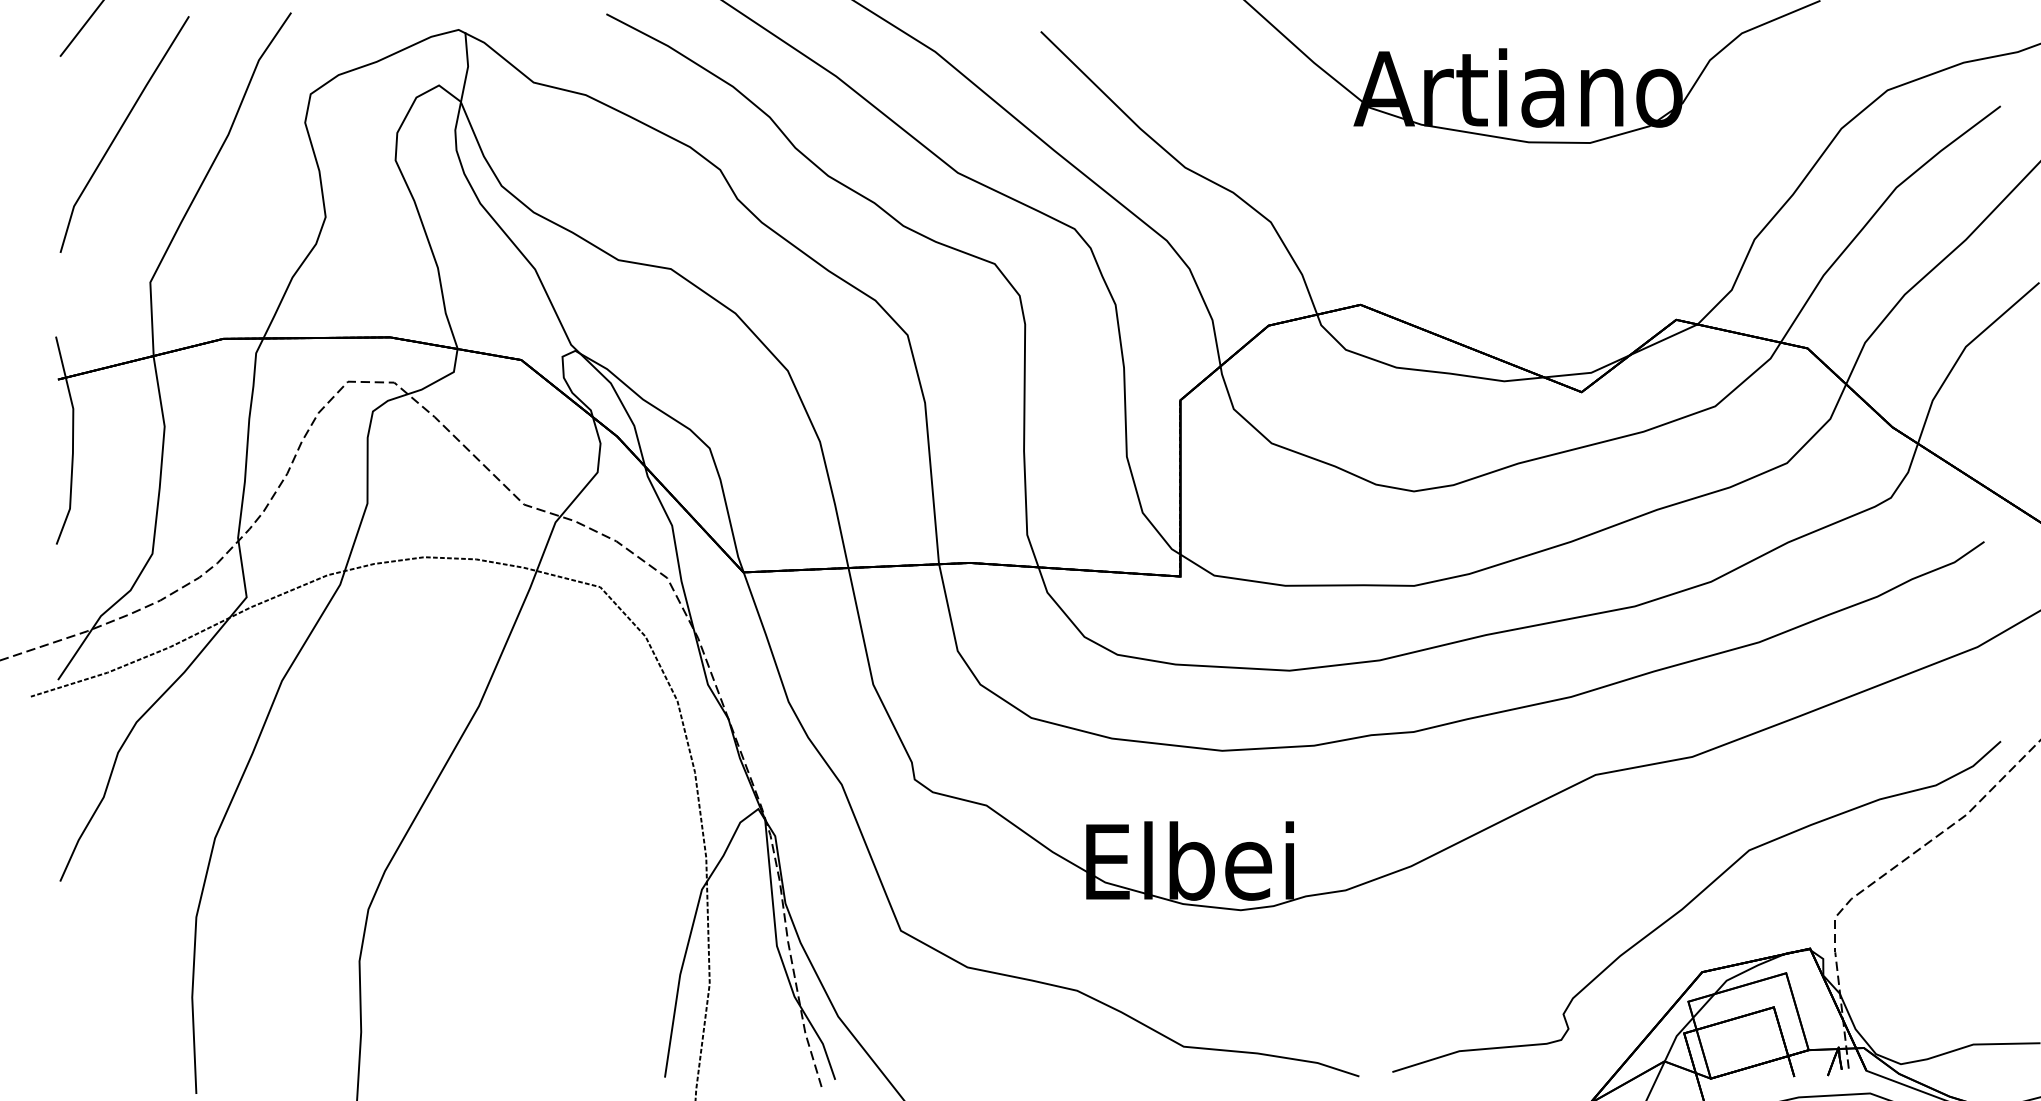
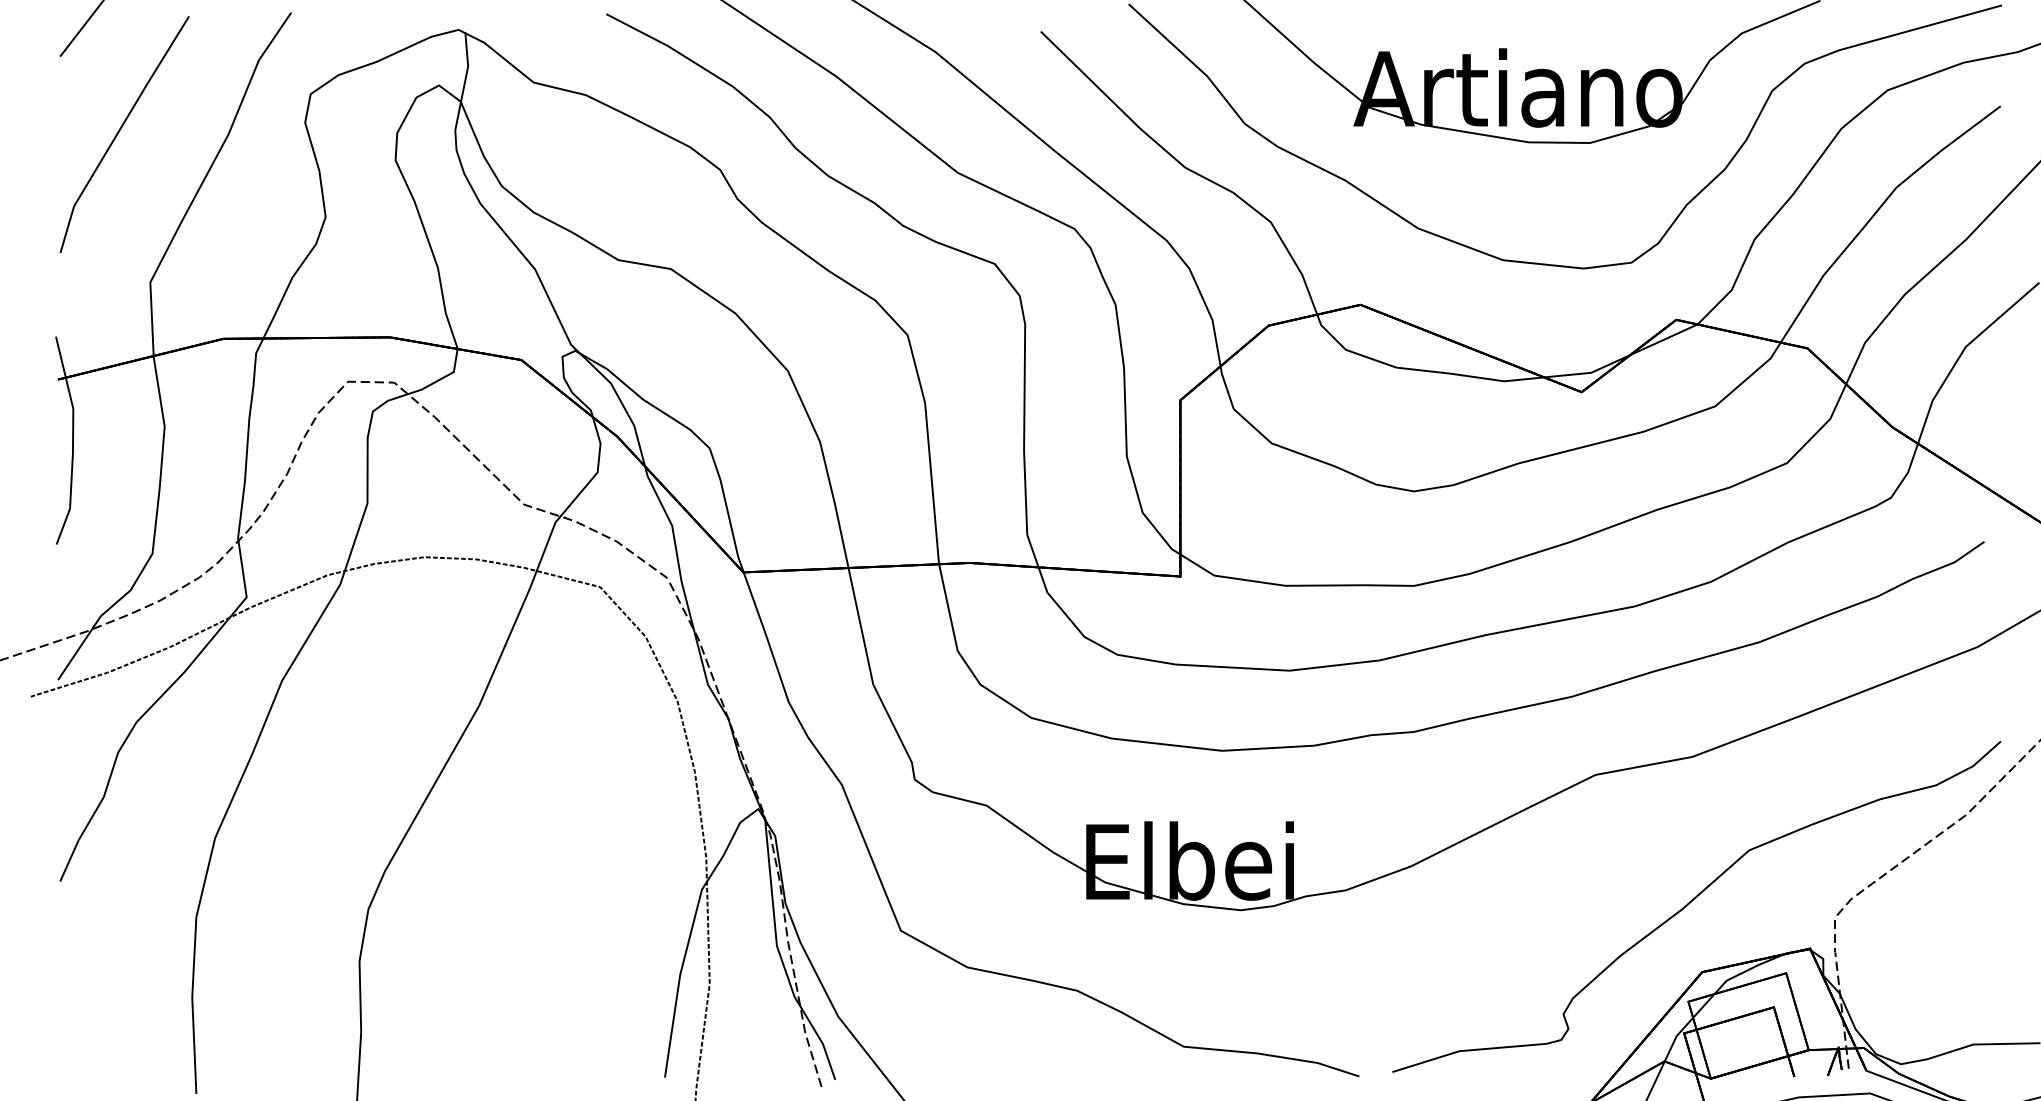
curve at (1547, 263): none -> present
